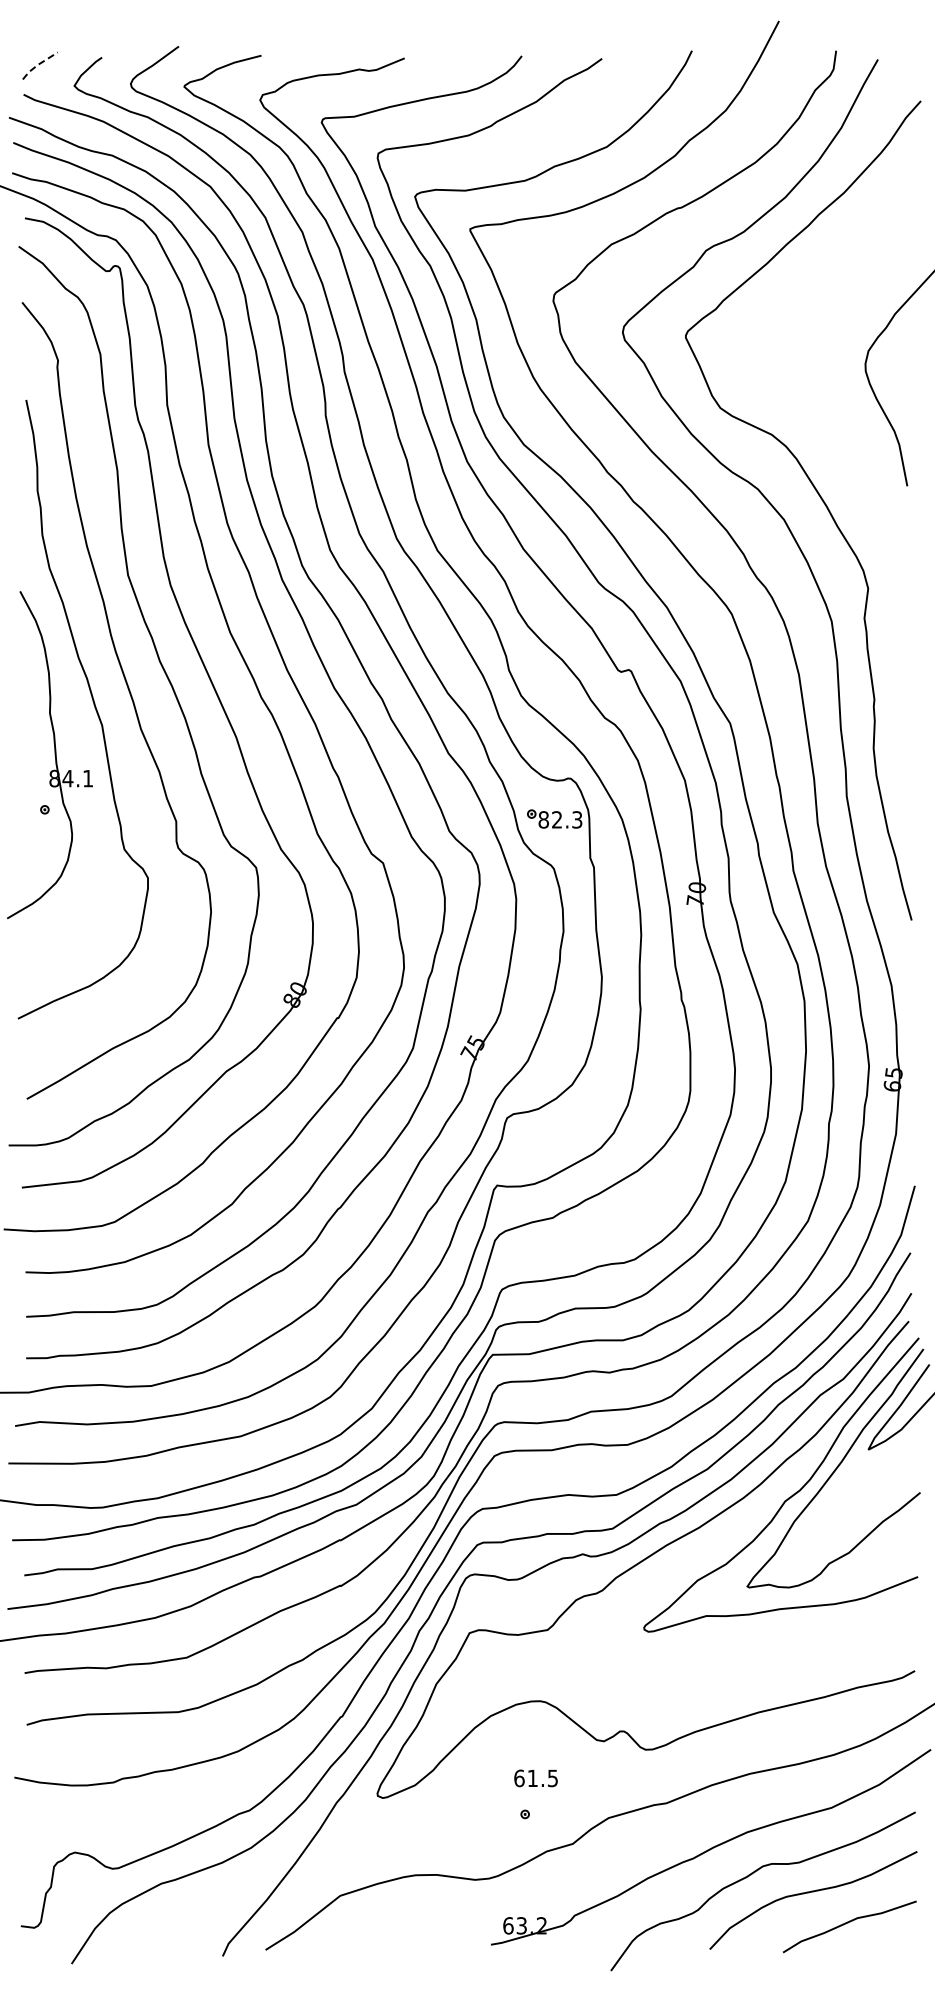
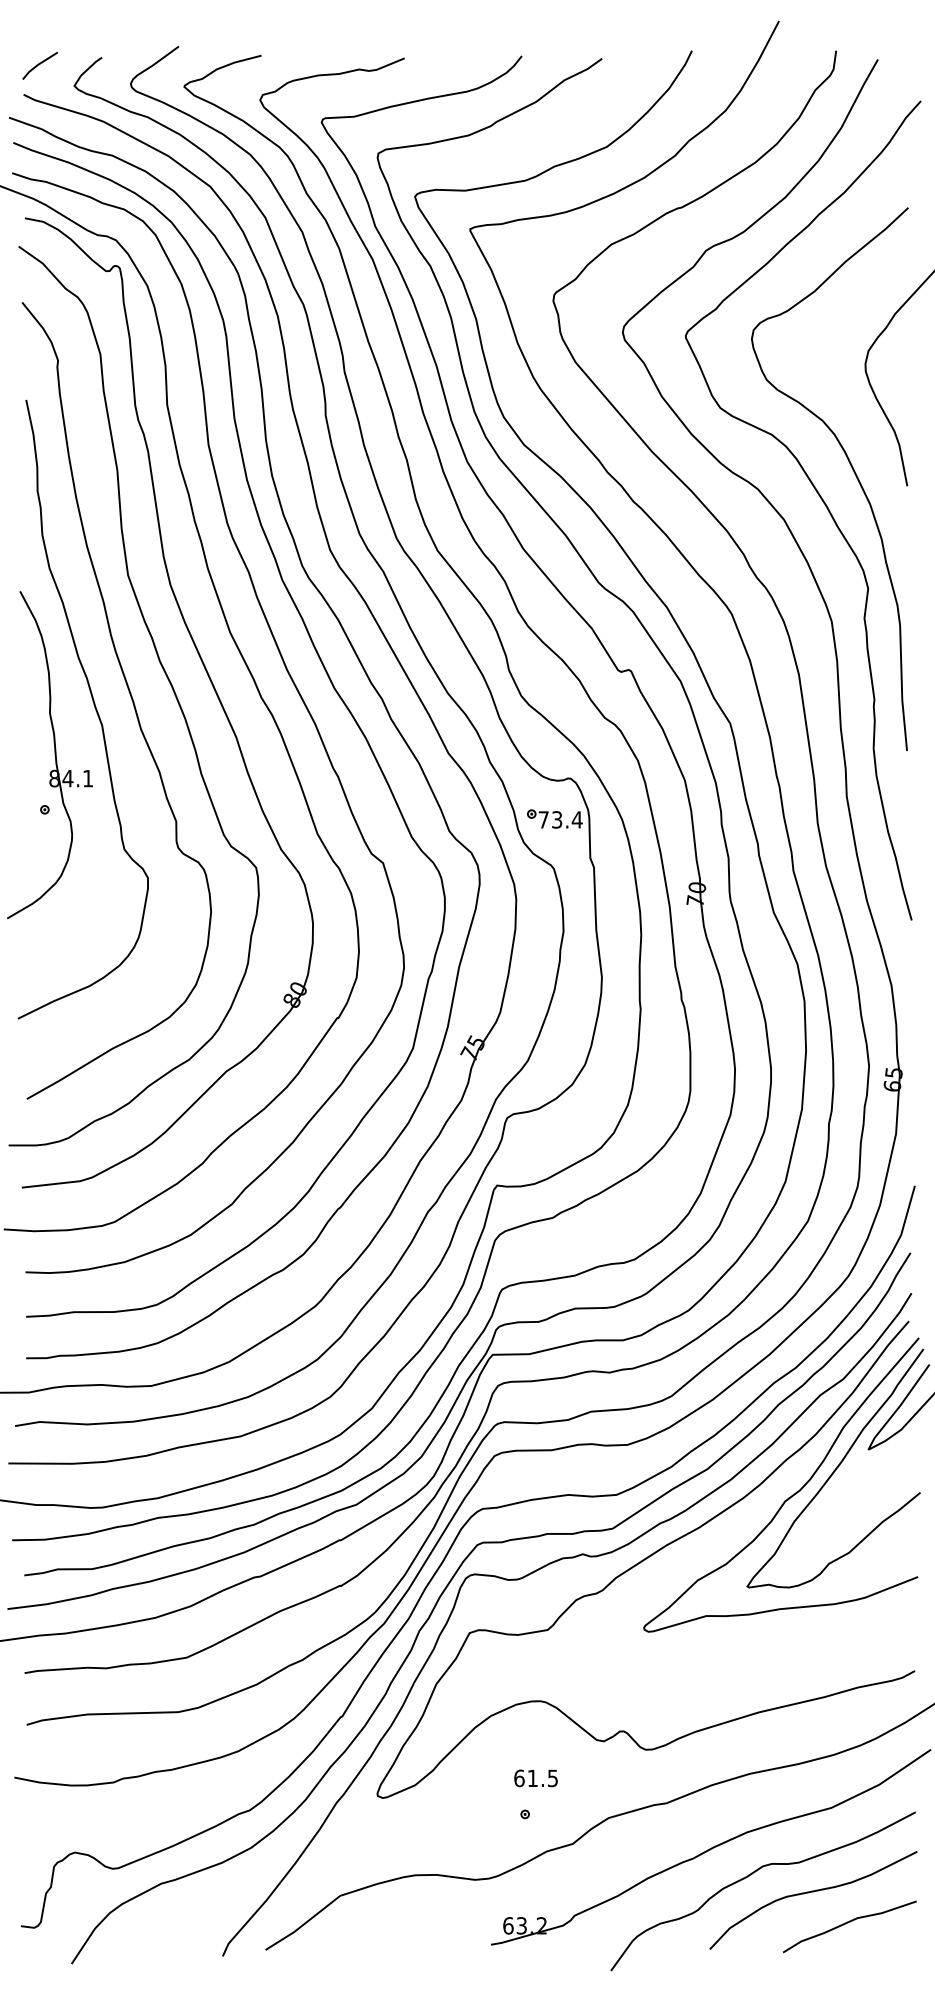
line at (37, 64): dashed -> solid
curve at (851, 468): none -> present
text at (560, 819): 82.3 -> 73.4
